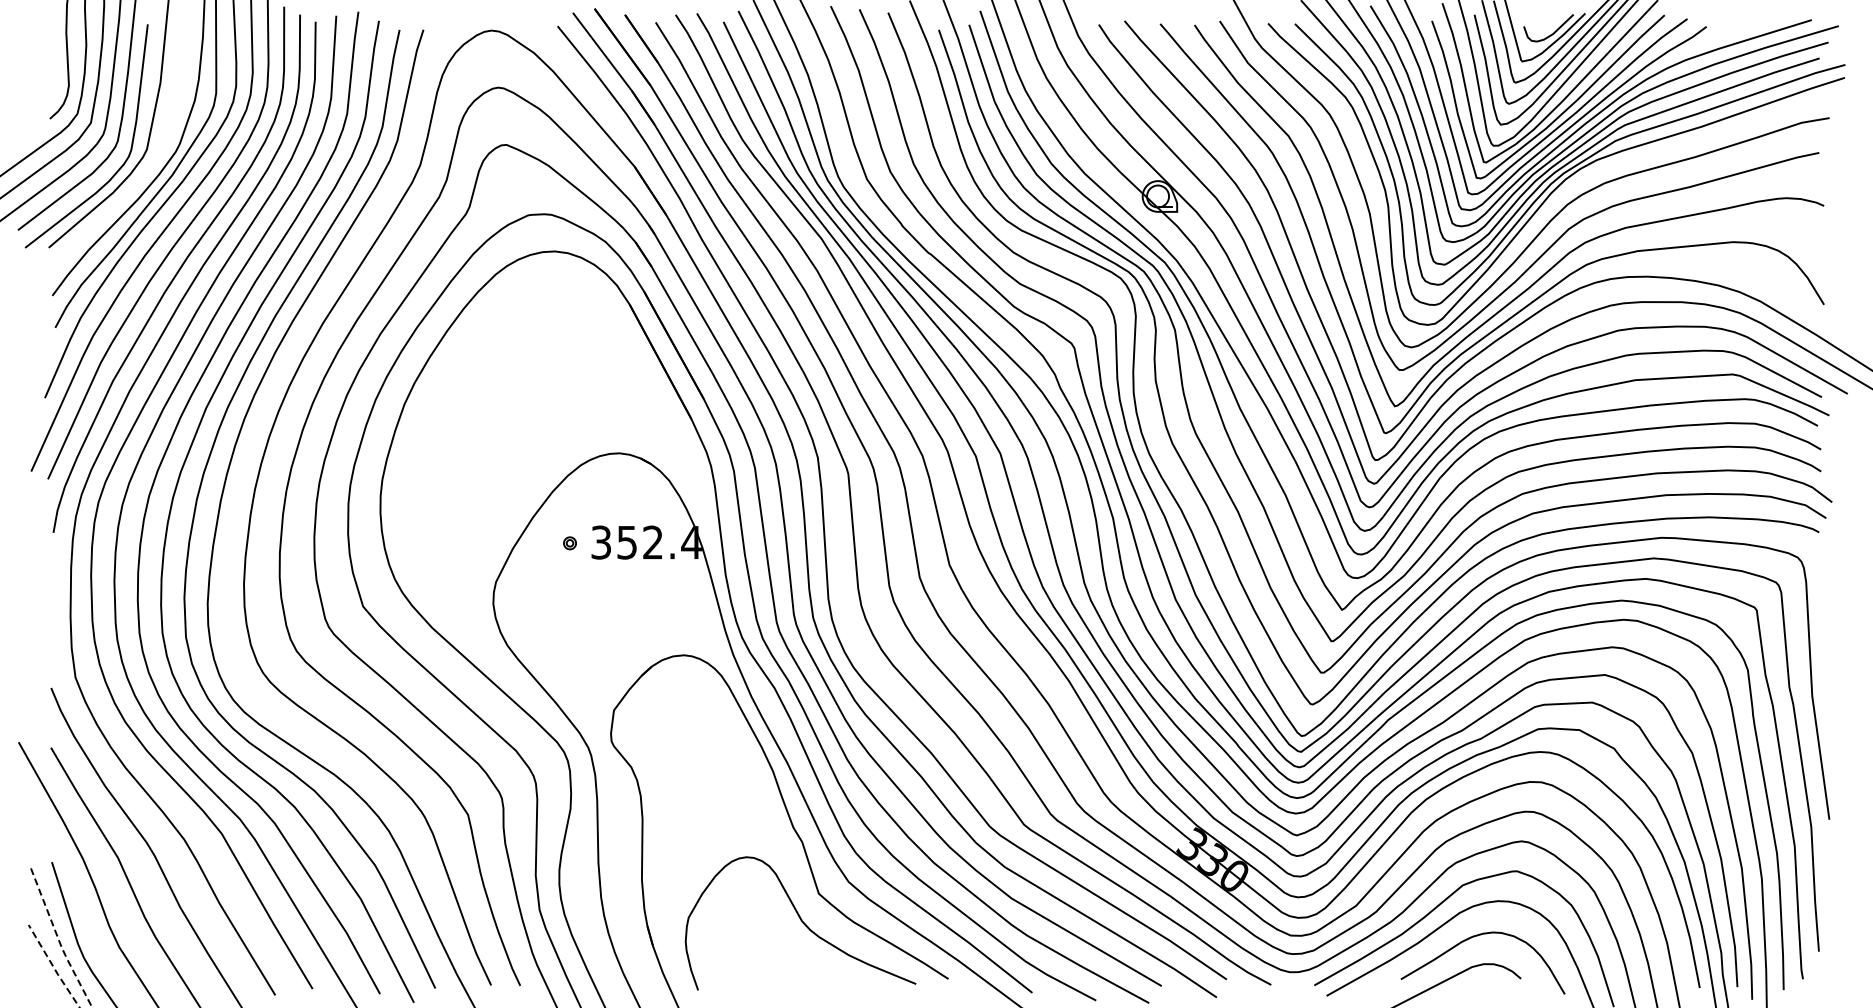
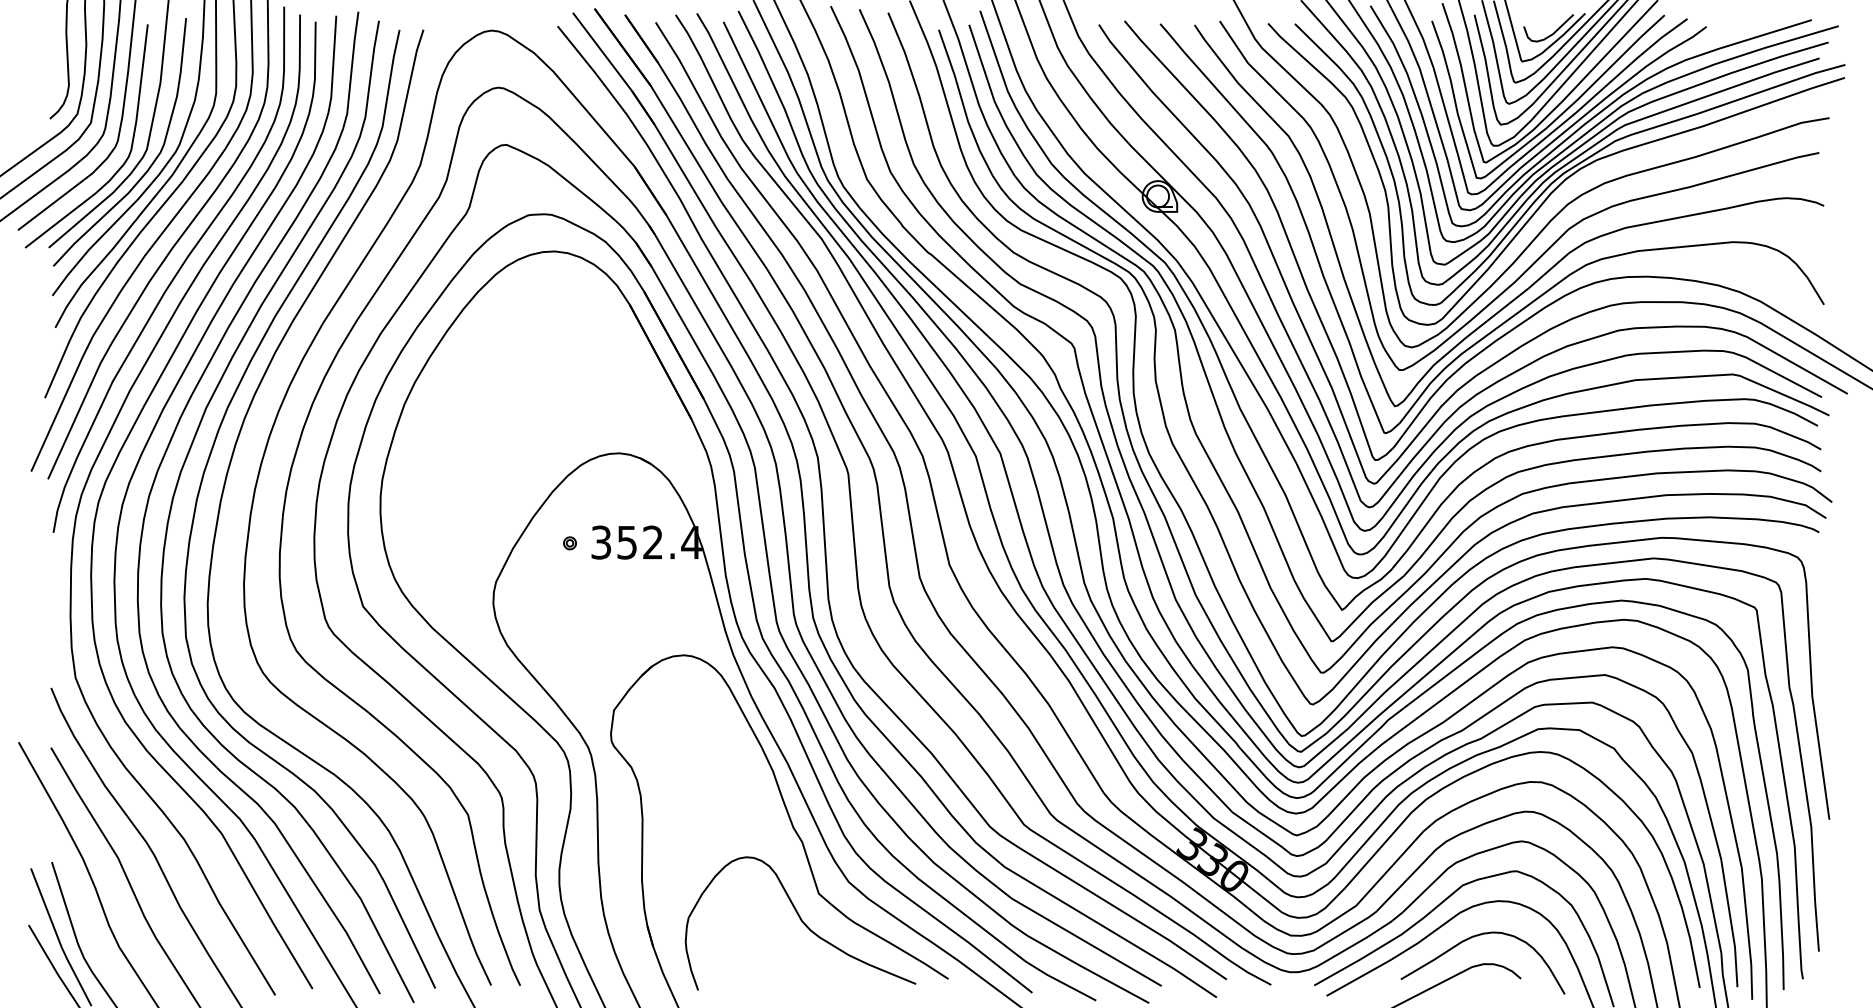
curve at (151, 163): none -> present
line at (58, 939): dashed -> solid
line at (53, 966): dashed -> solid
